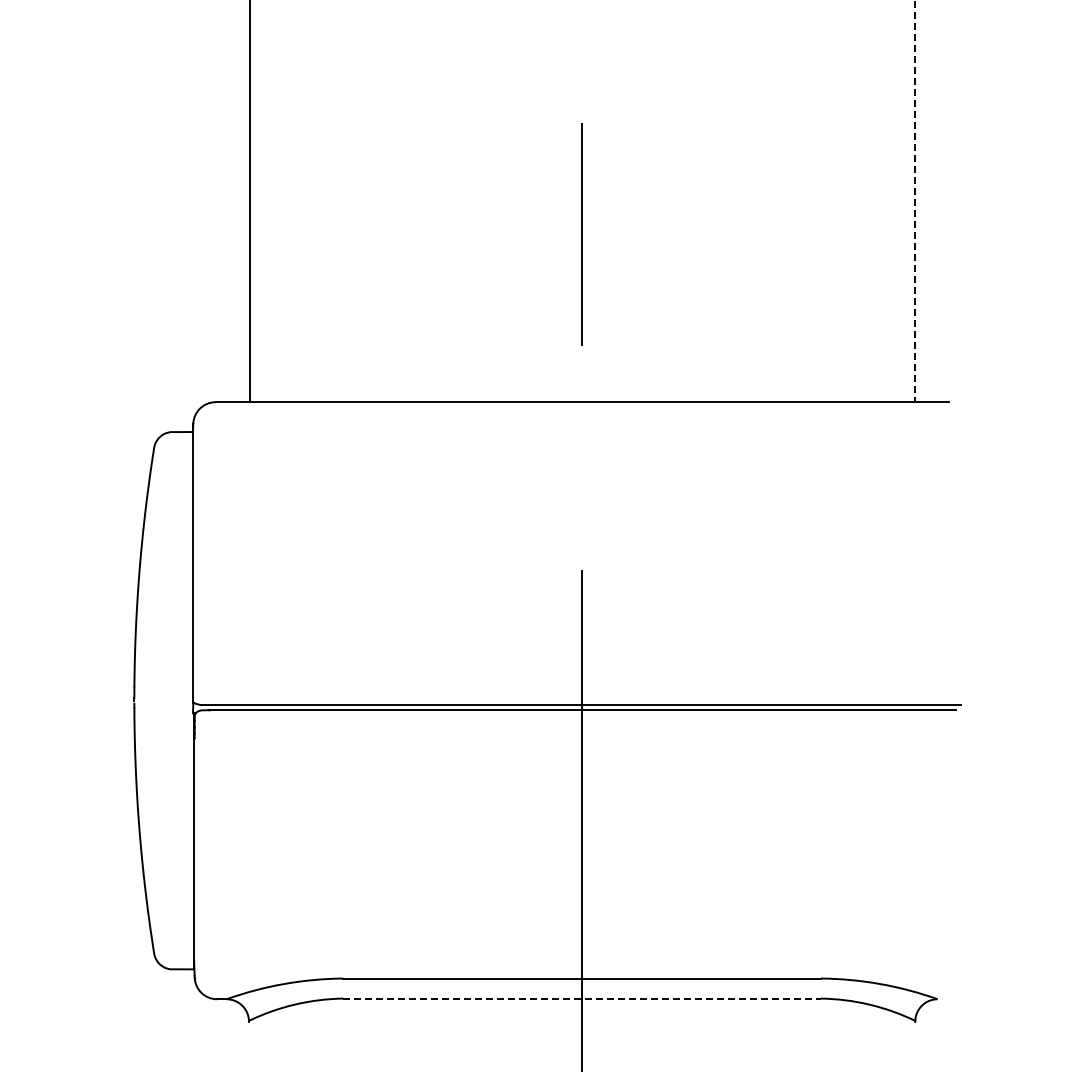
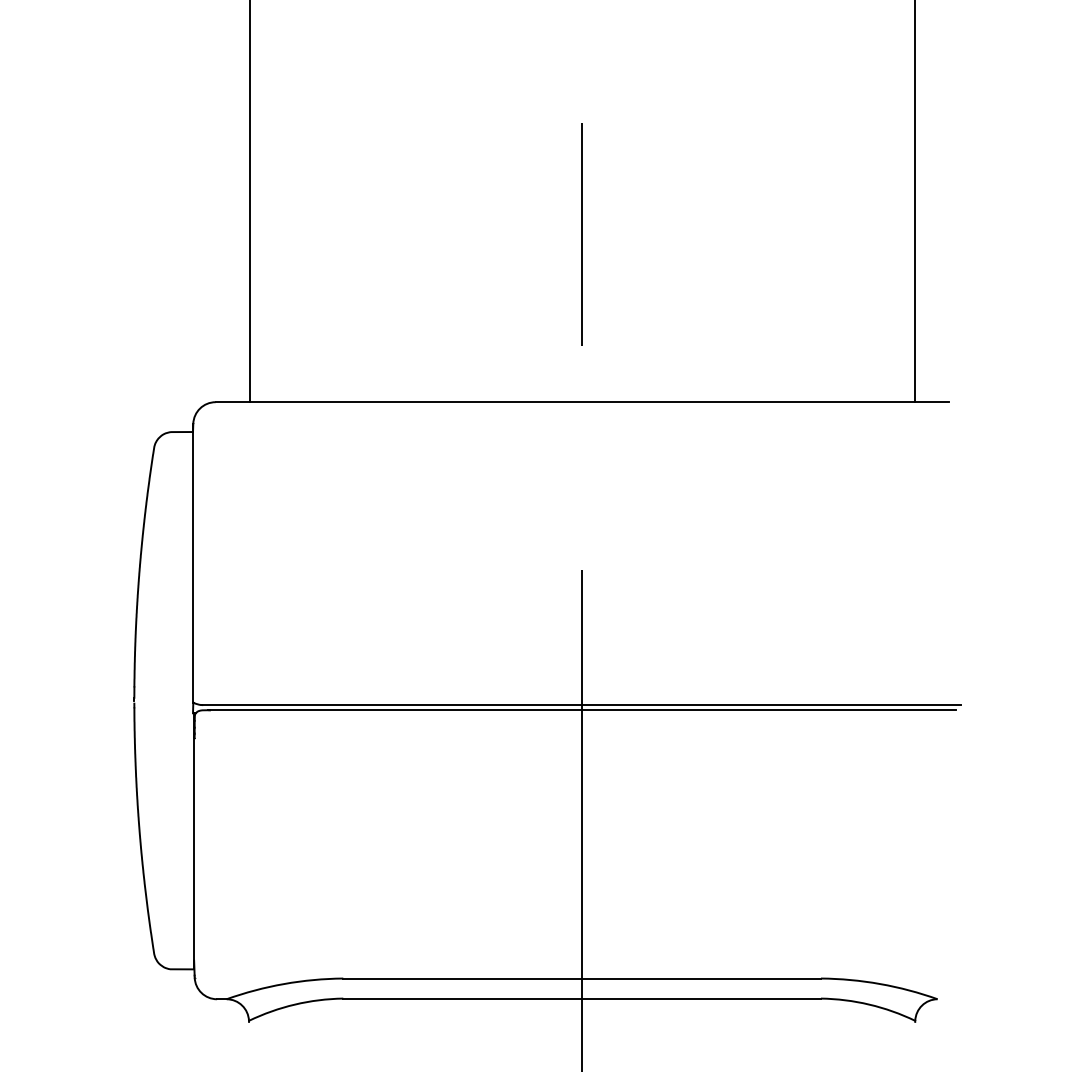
line at (914, 201): dashed -> solid
line at (582, 998): dashed -> solid
